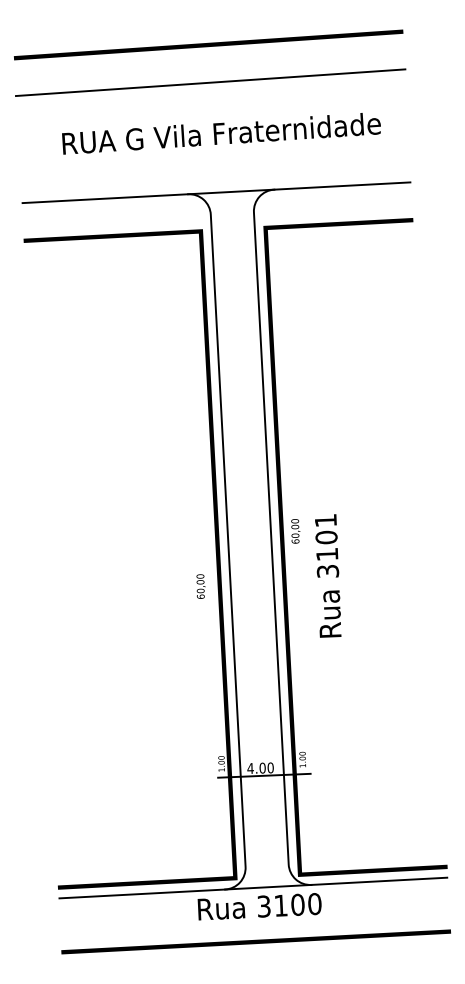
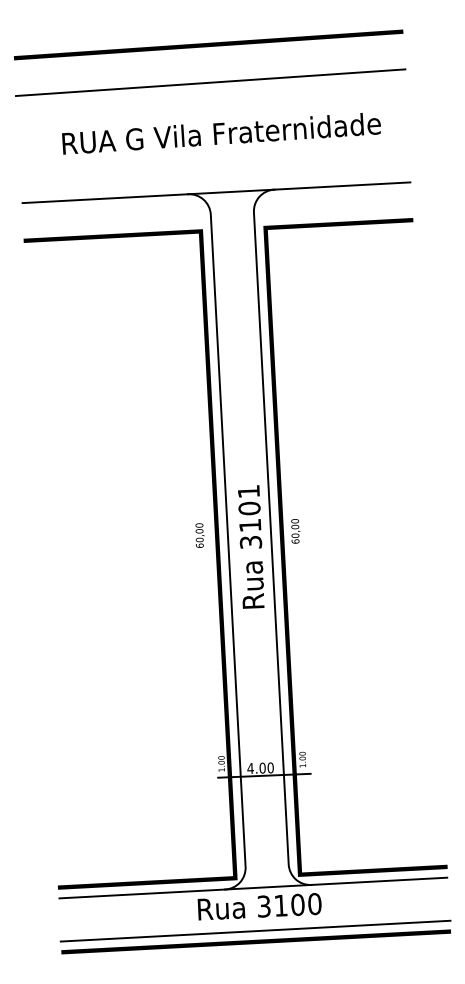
text at (328, 575) position: (328, 575) -> (251, 546)
text at (200, 586) position: (200, 586) -> (199, 535)
line at (255, 930): none -> present
